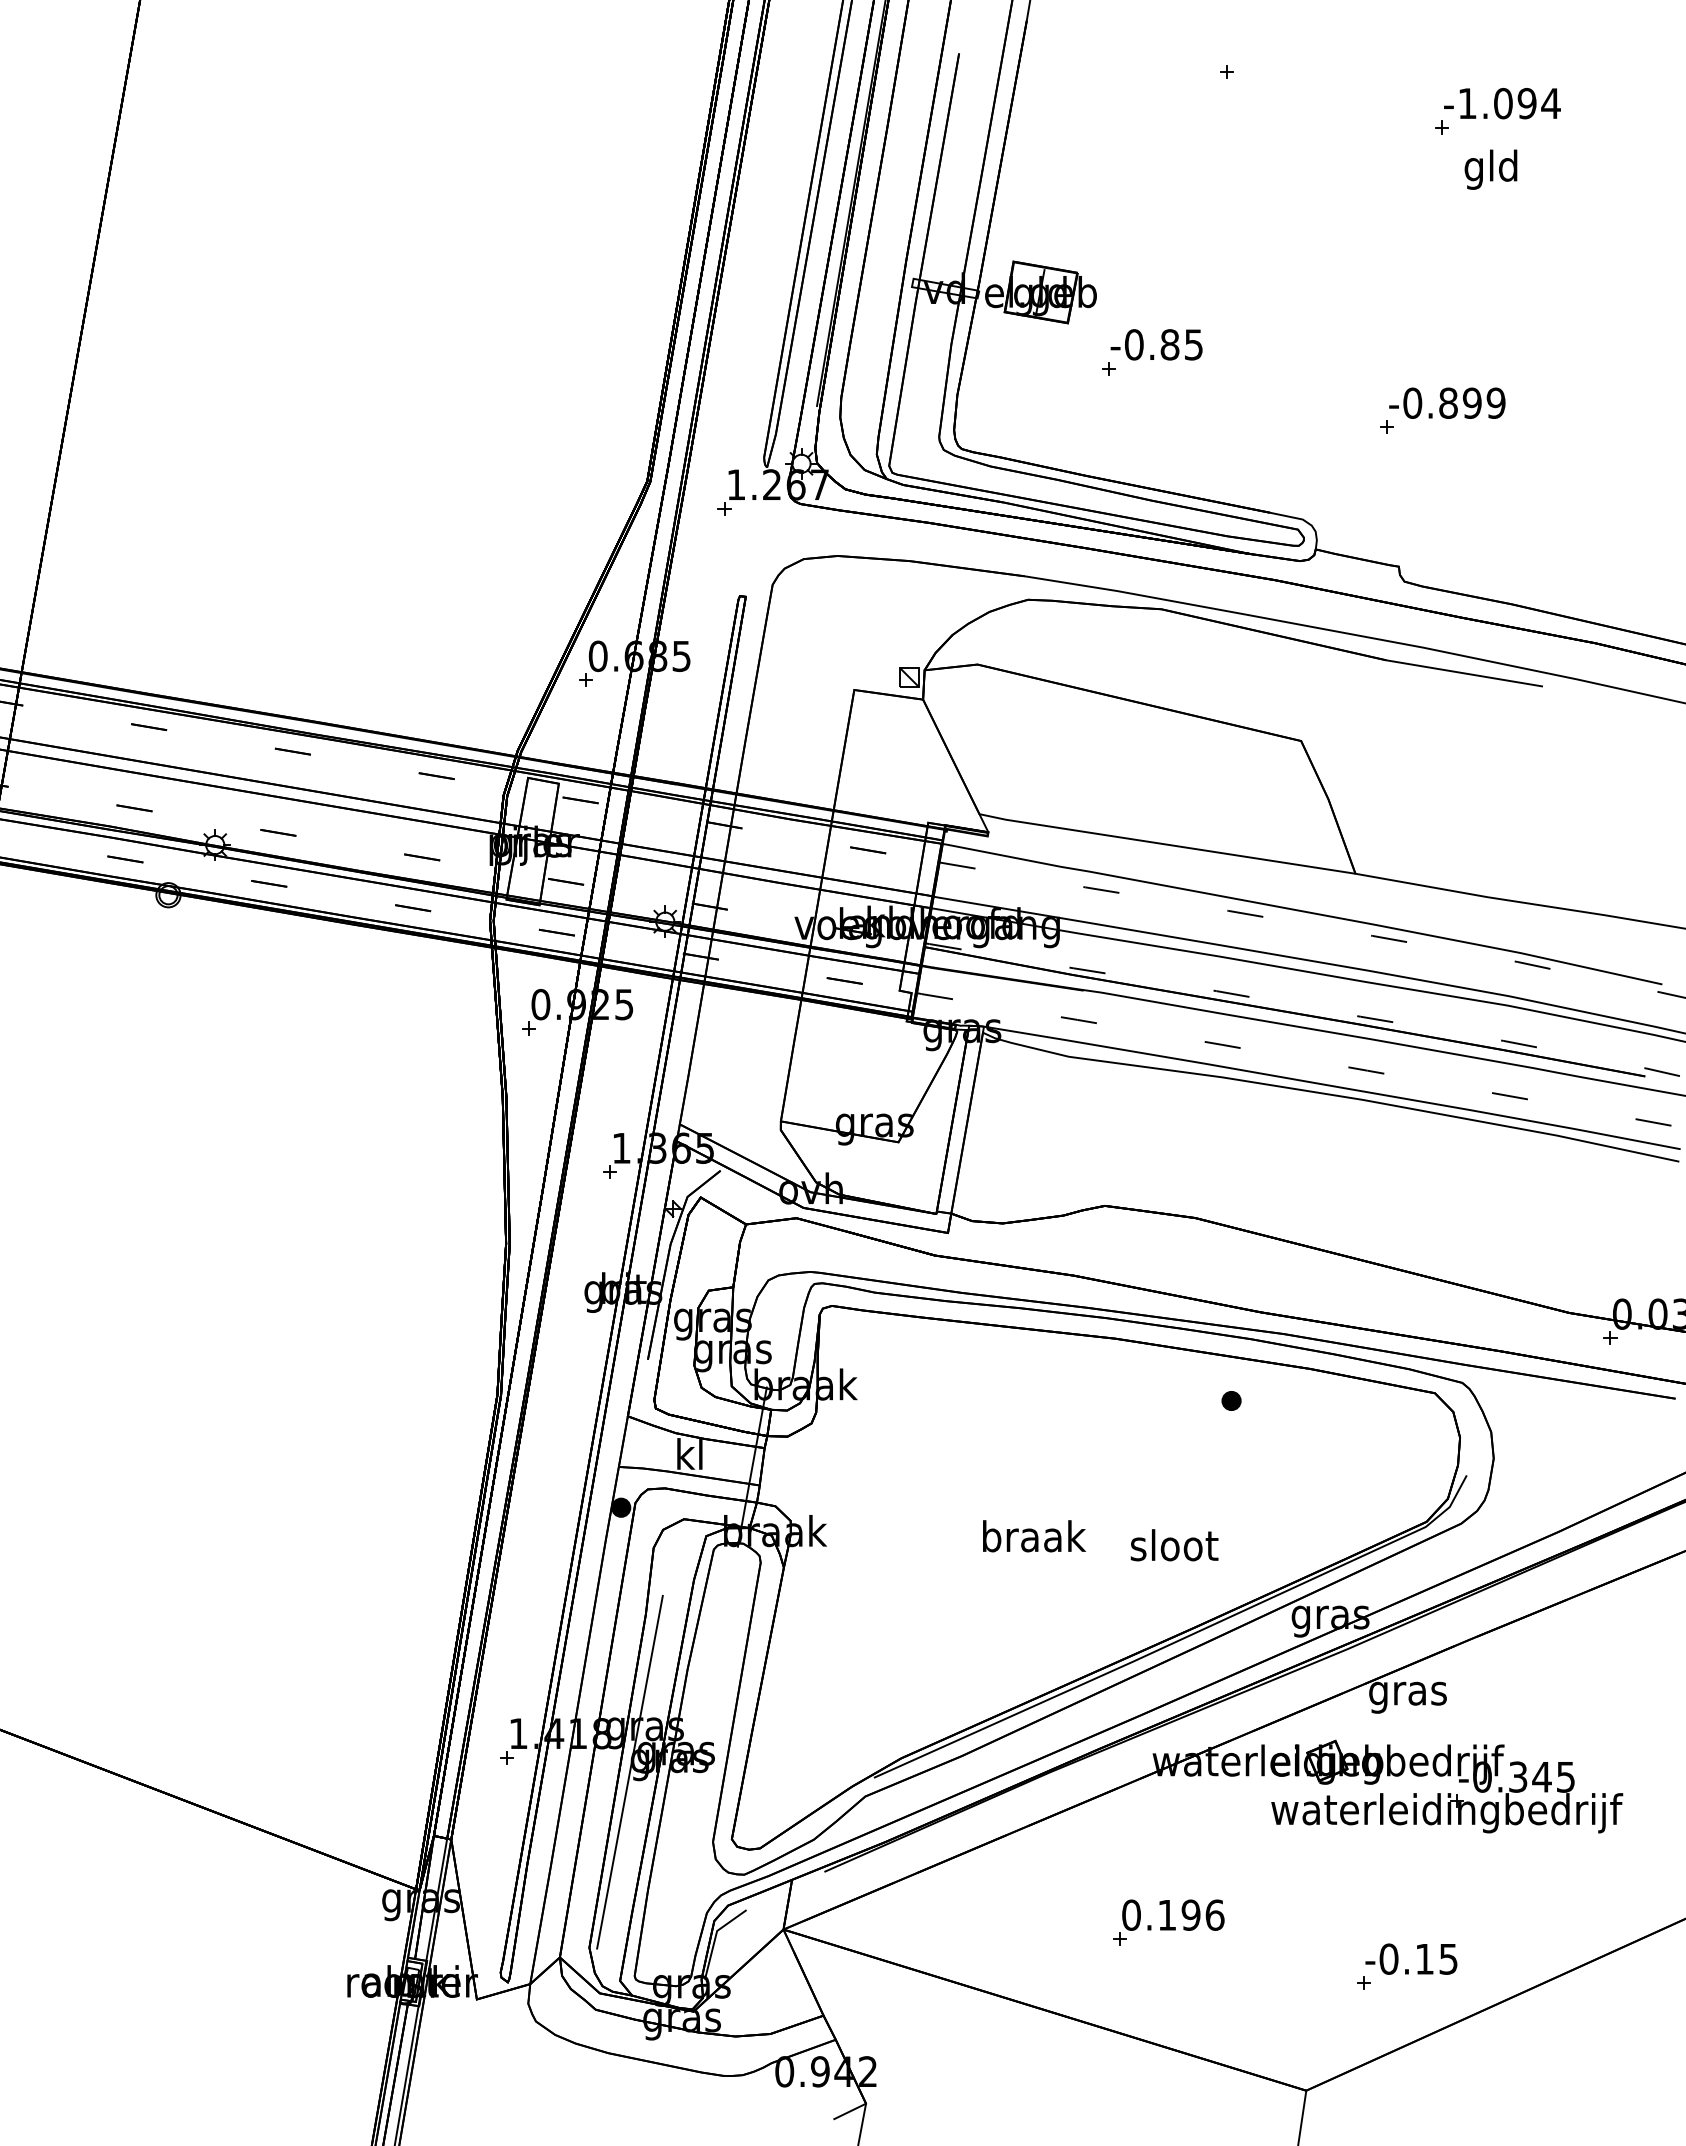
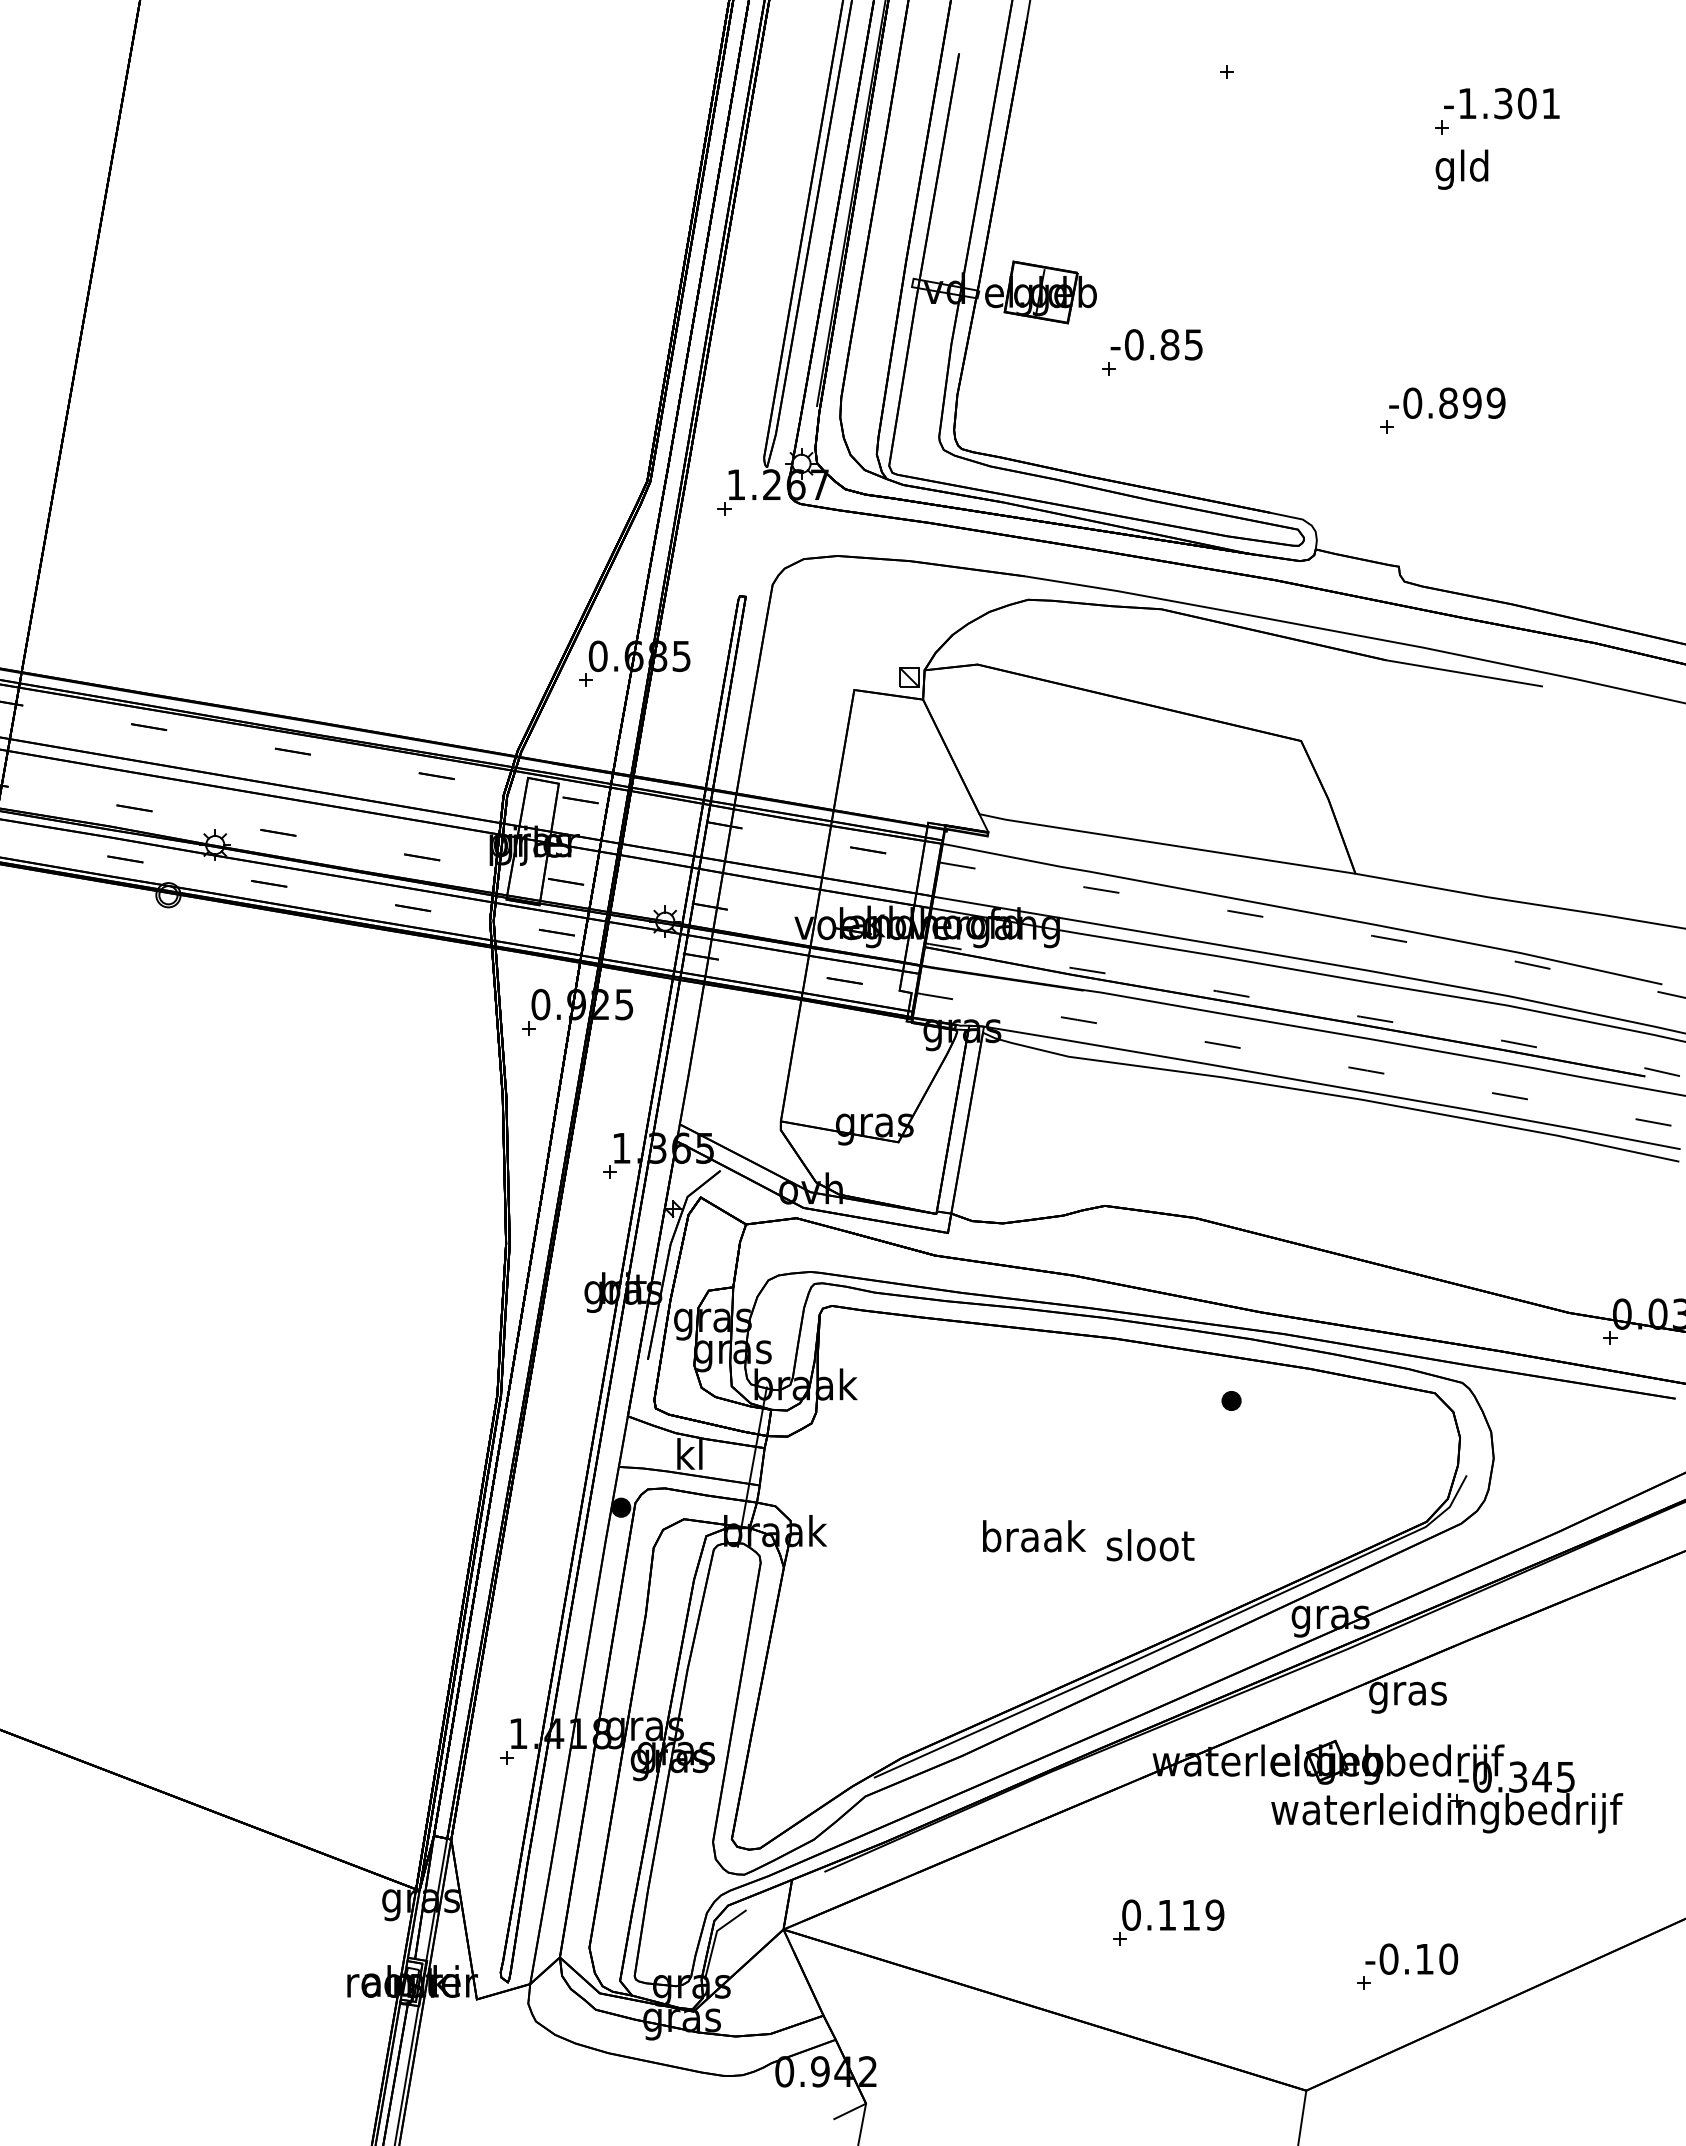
text at (1527, 103): -1.094 -> -1.301
text at (1490, 169) position: (1490, 169) -> (1461, 169)
text at (1174, 1545) position: (1174, 1545) -> (1150, 1545)
line at (629, 1771): present -> none
text at (1202, 1914): 0.196 -> 0.119
text at (1448, 1958): -0.15 -> -0.10
